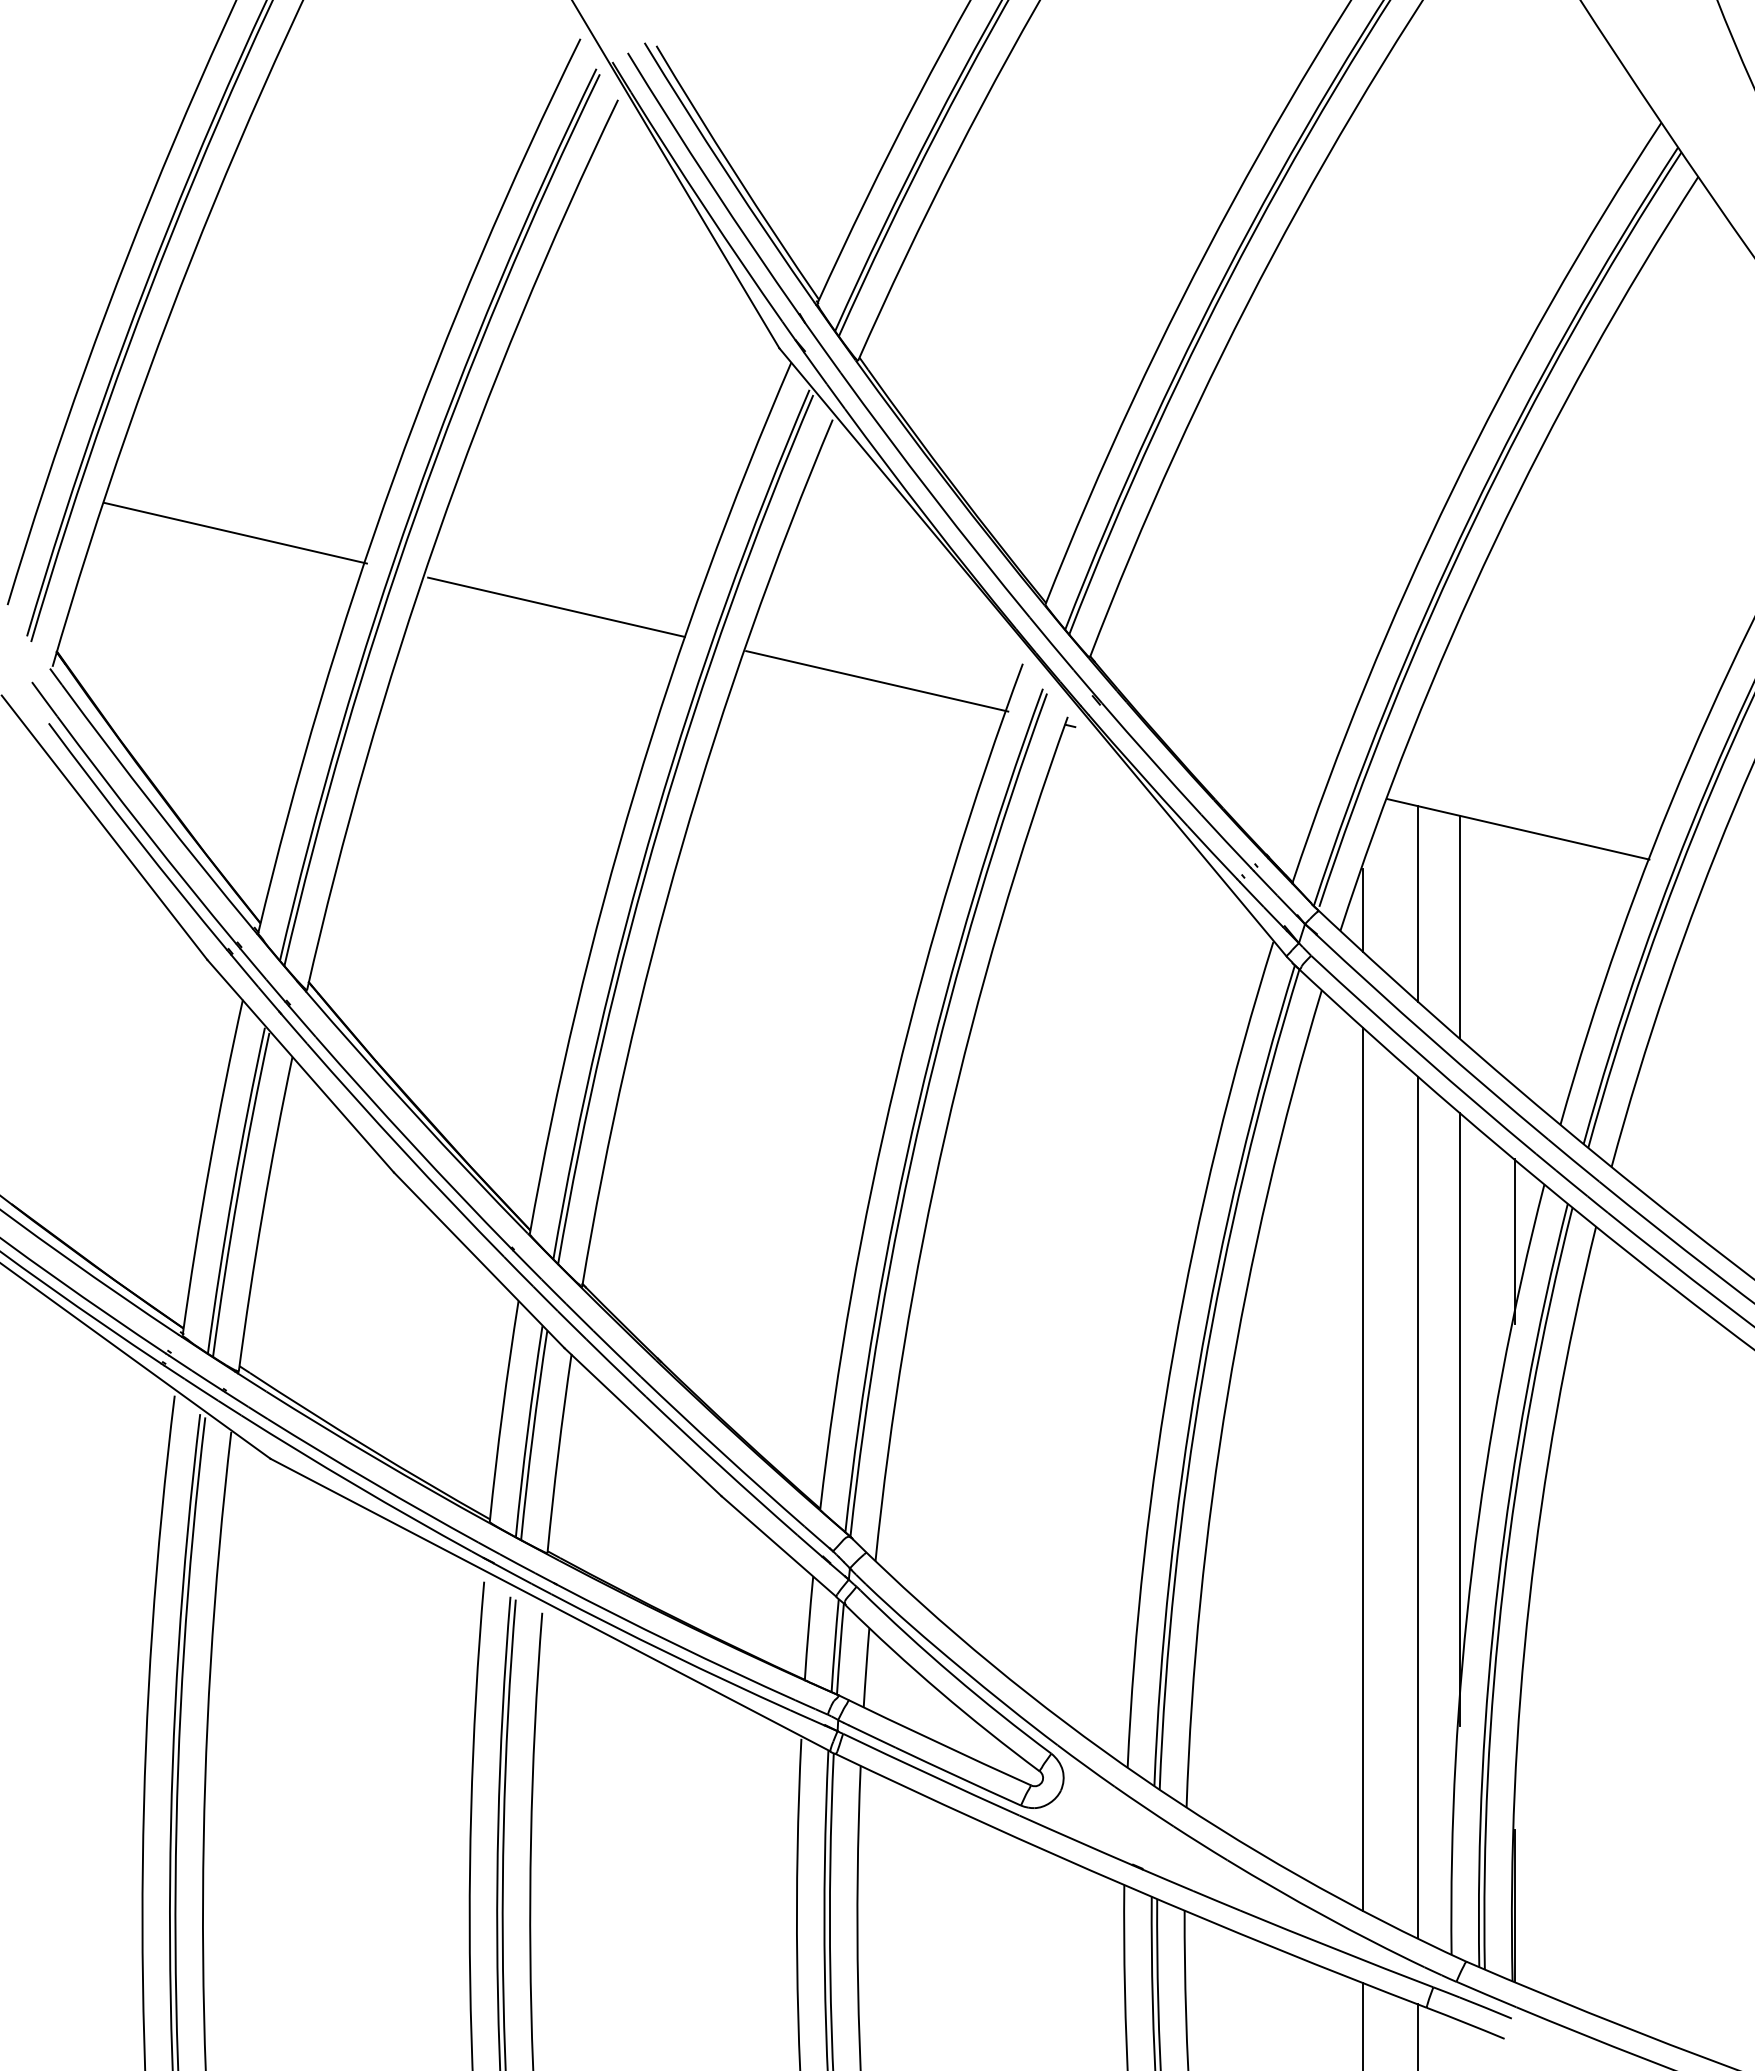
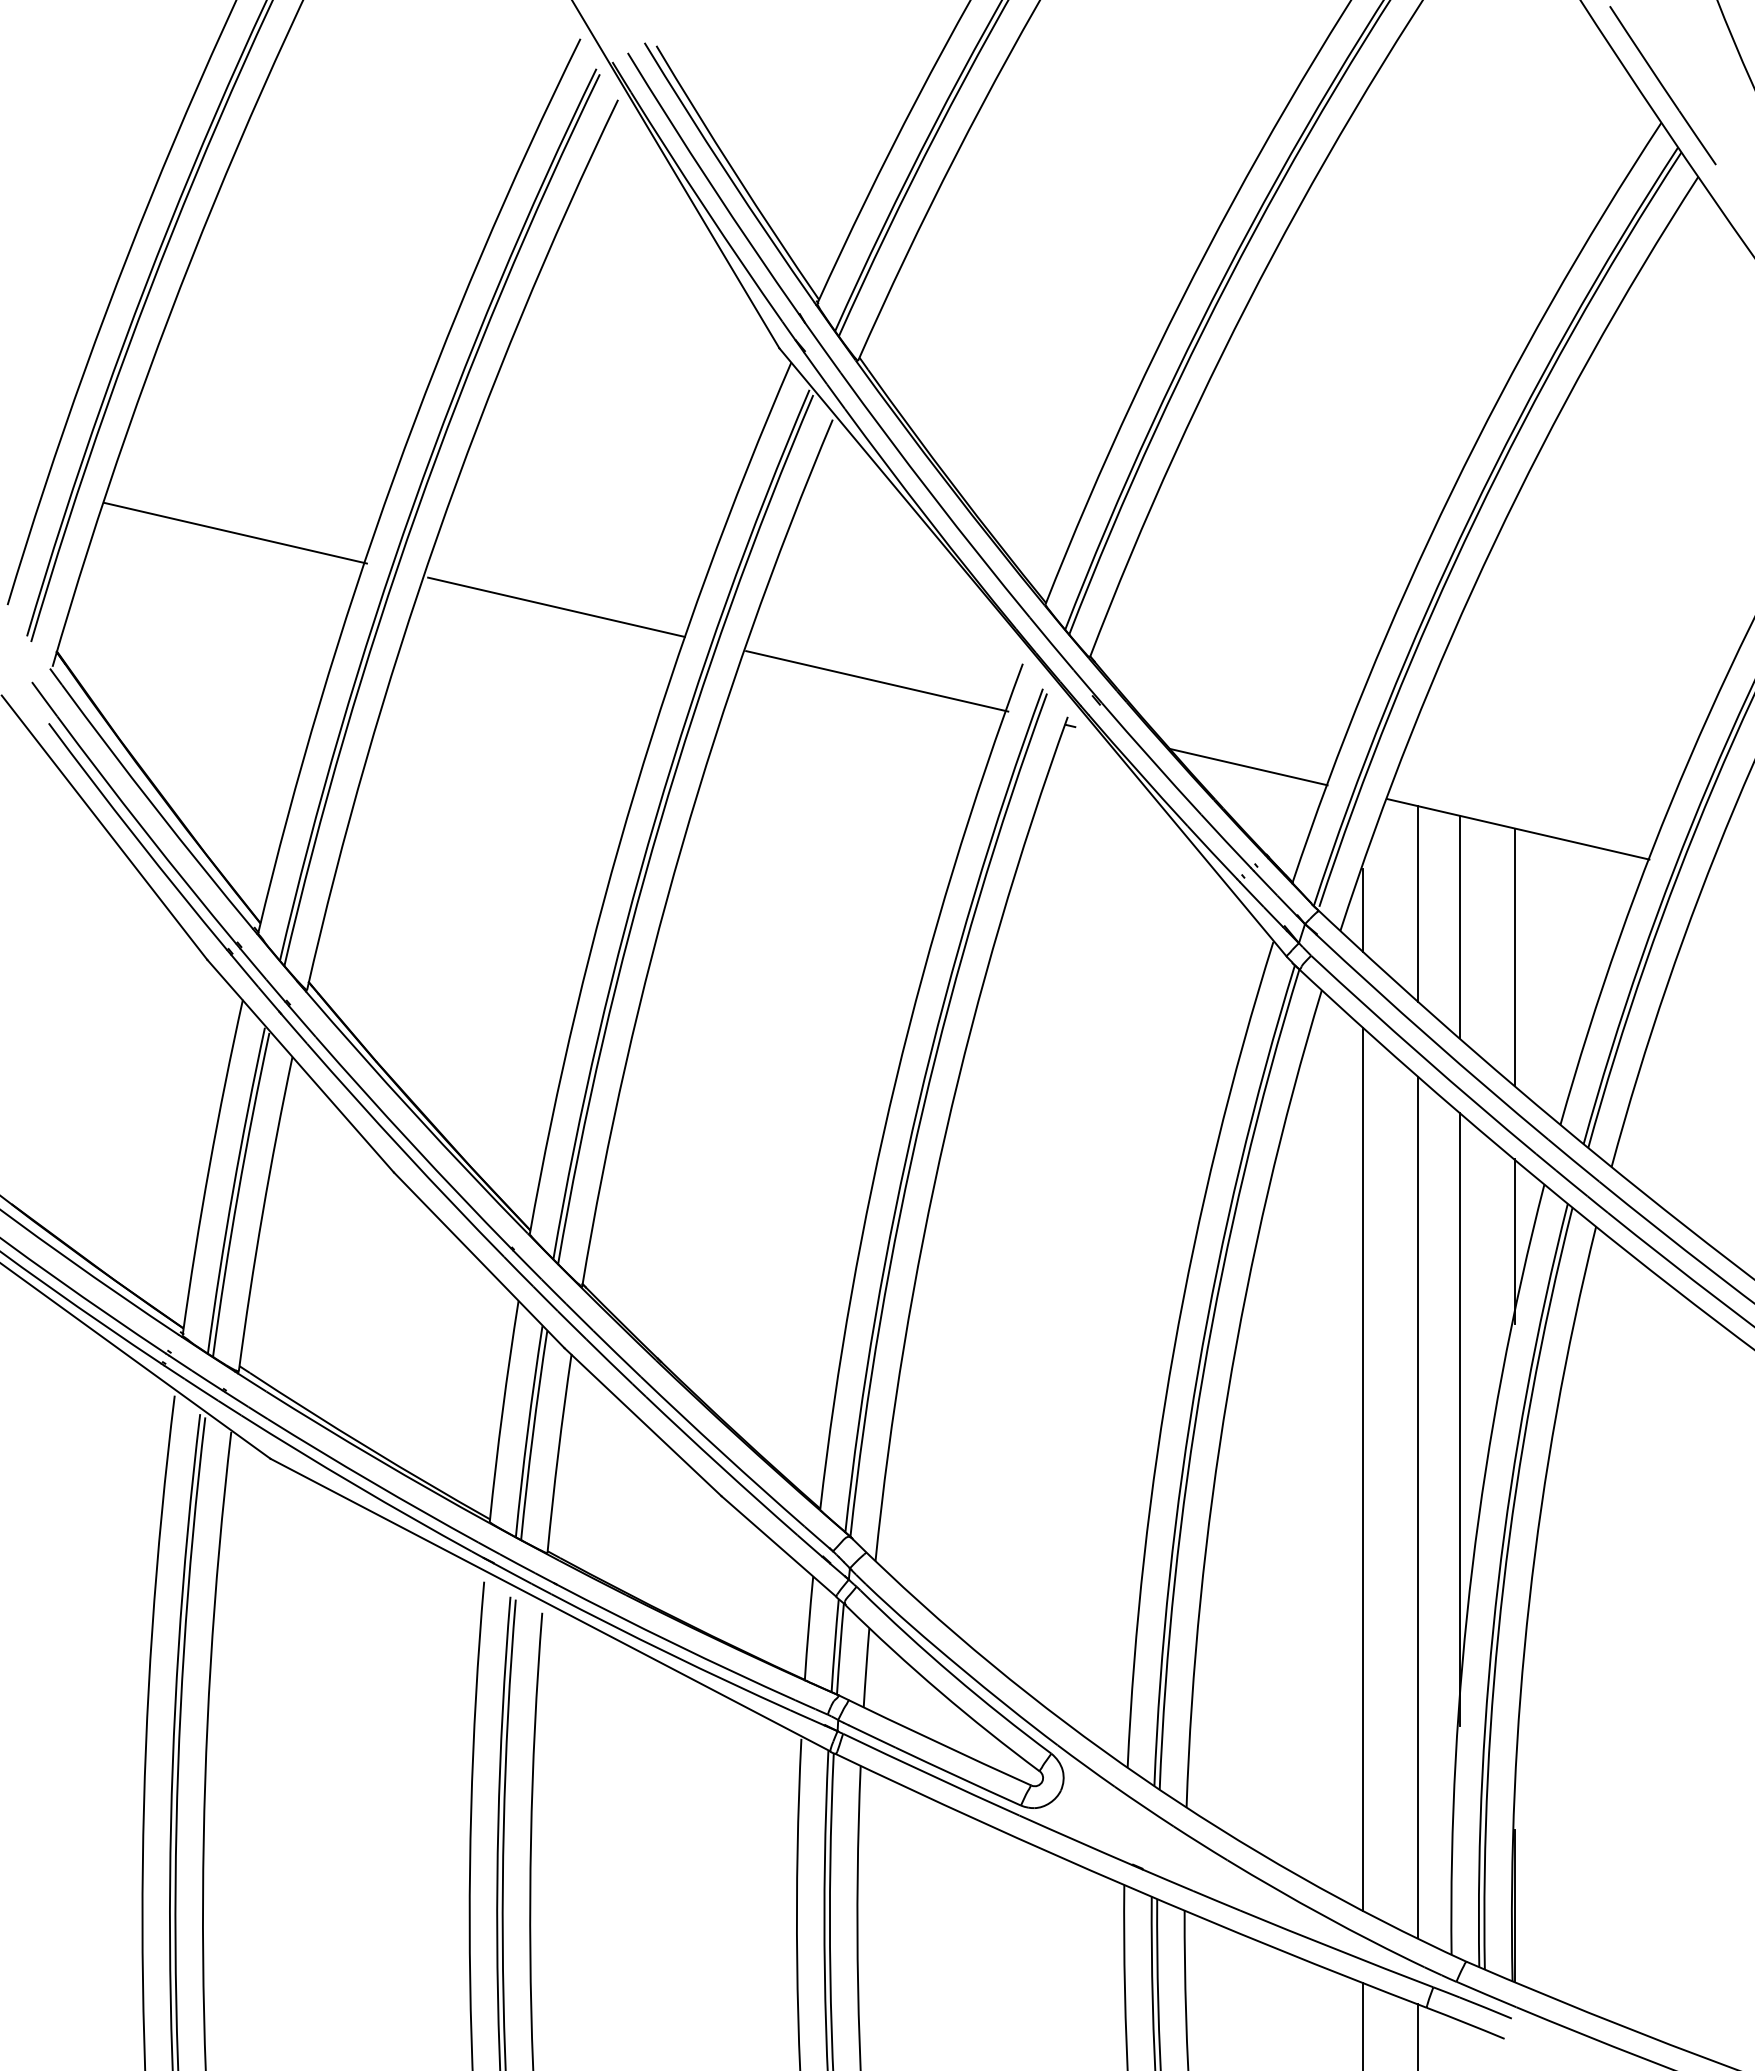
line at (1662, 85): none -> present
line at (1248, 766): none -> present
line at (1514, 956): none -> present
